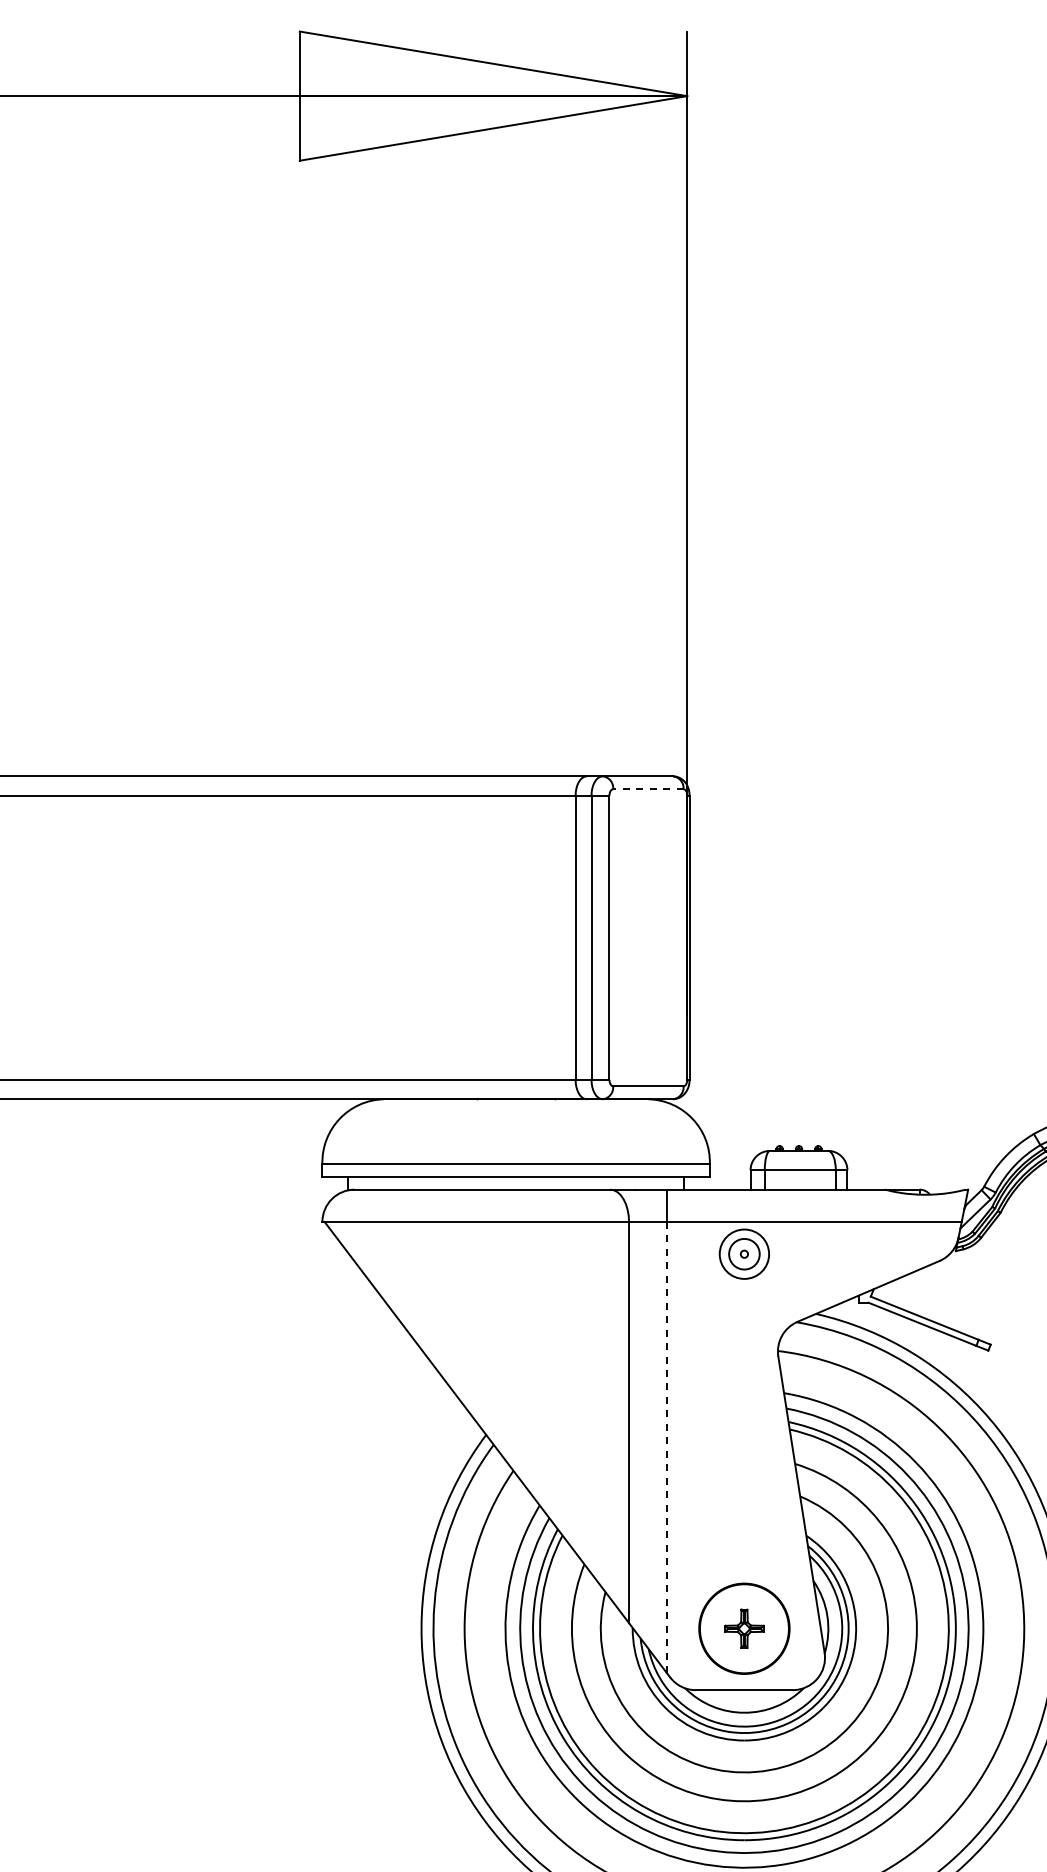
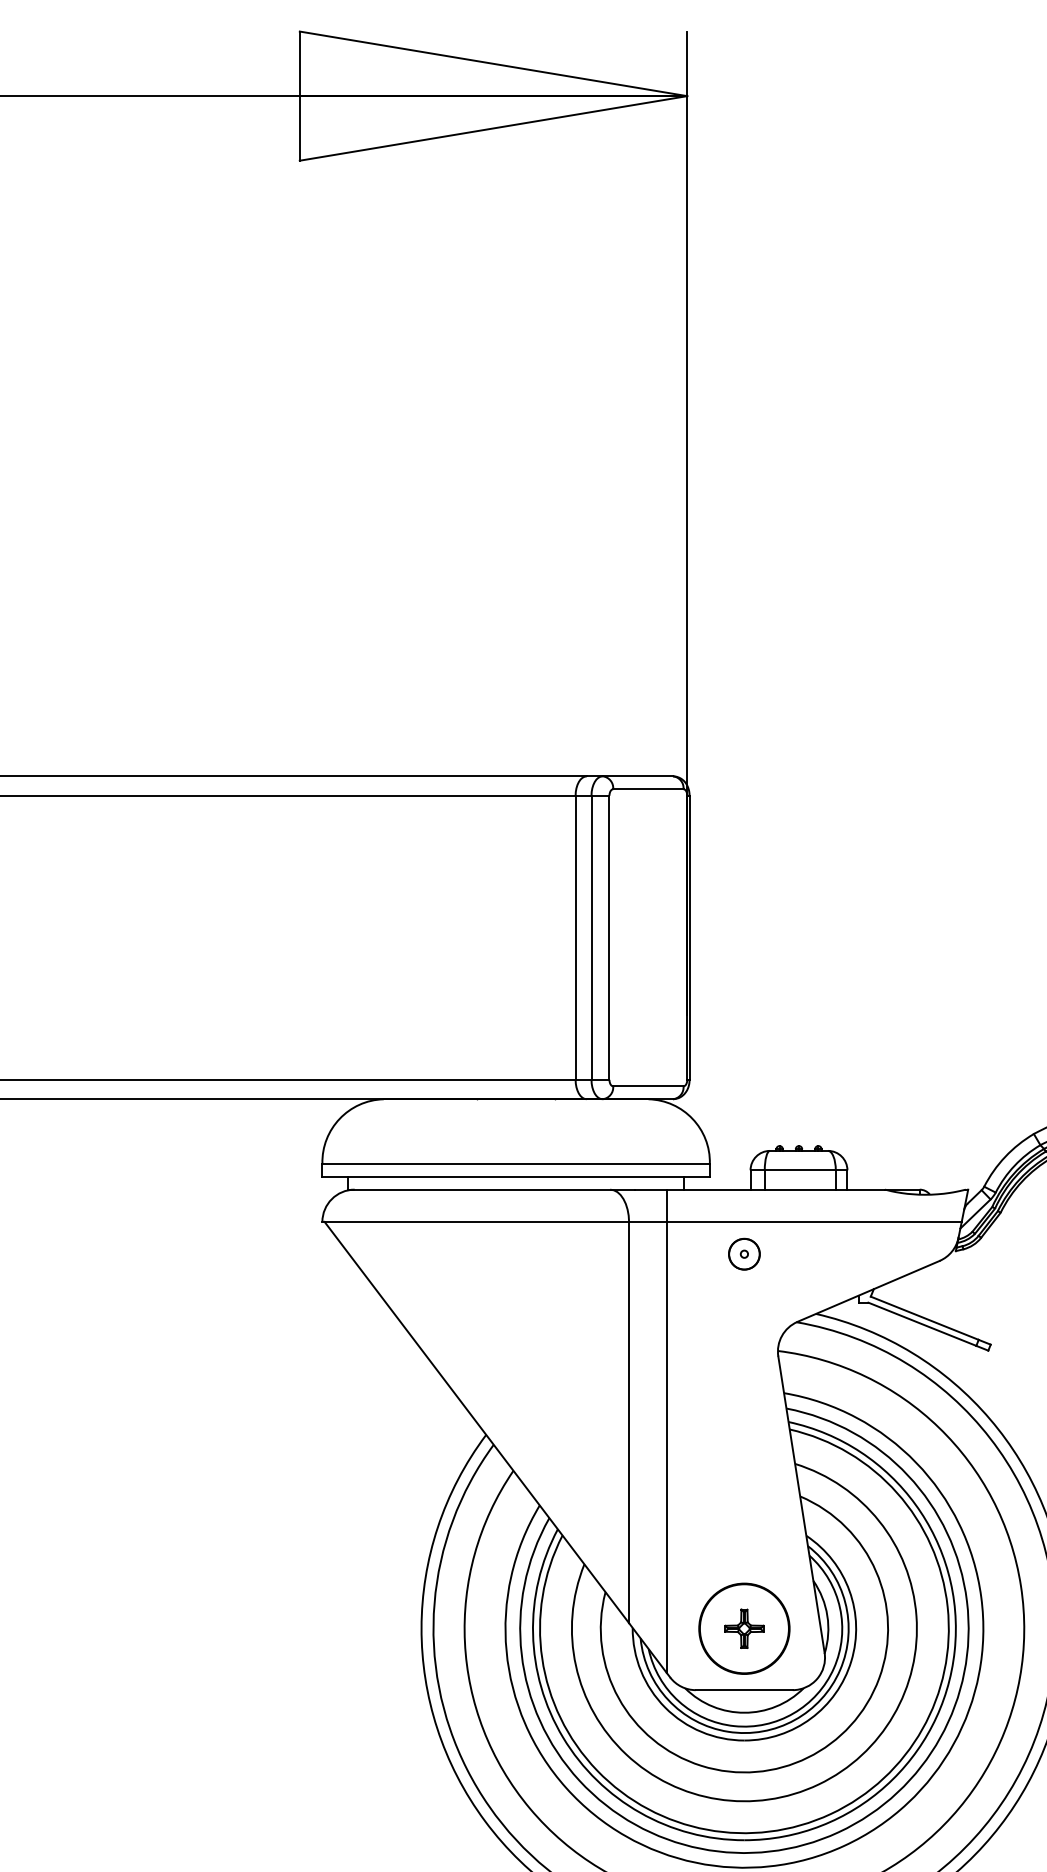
line at (647, 789): dashed -> solid
circle at (744, 1253) diameter: 49 px -> 31 px
line at (666, 1447): dashed -> solid
